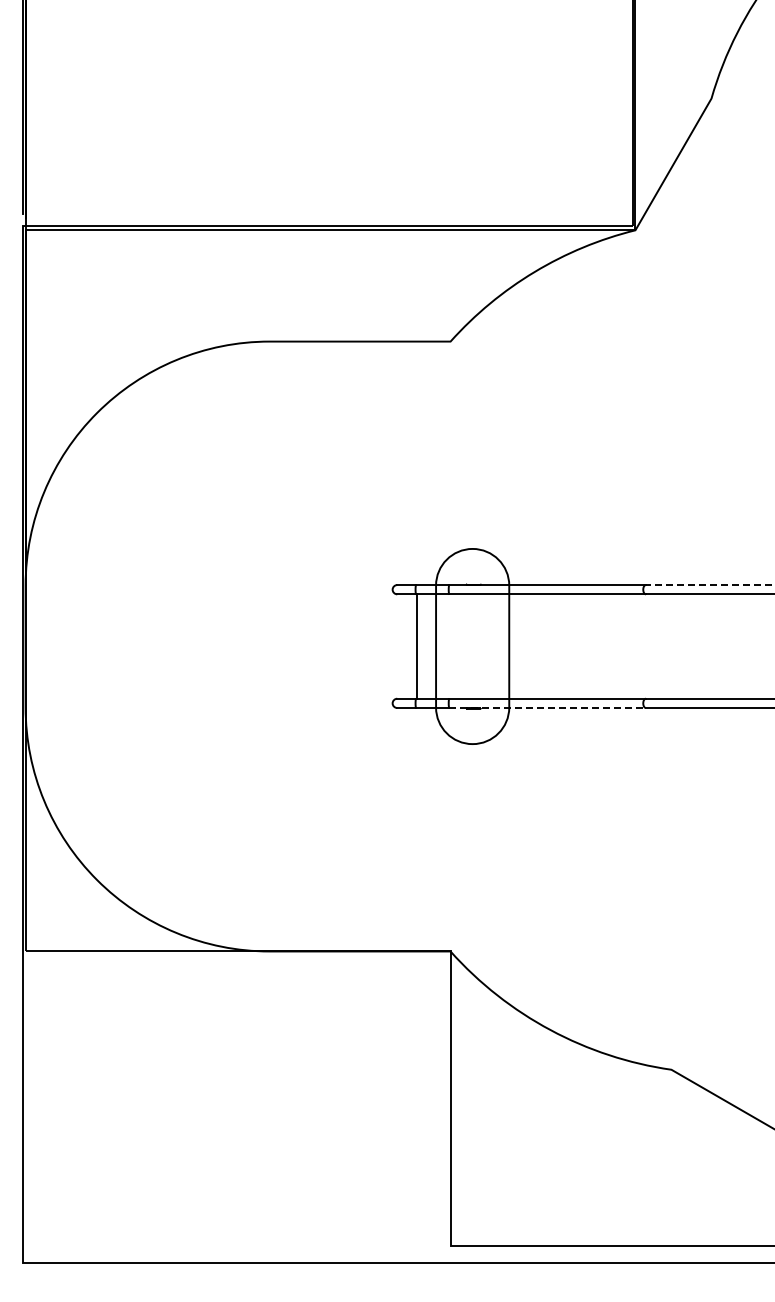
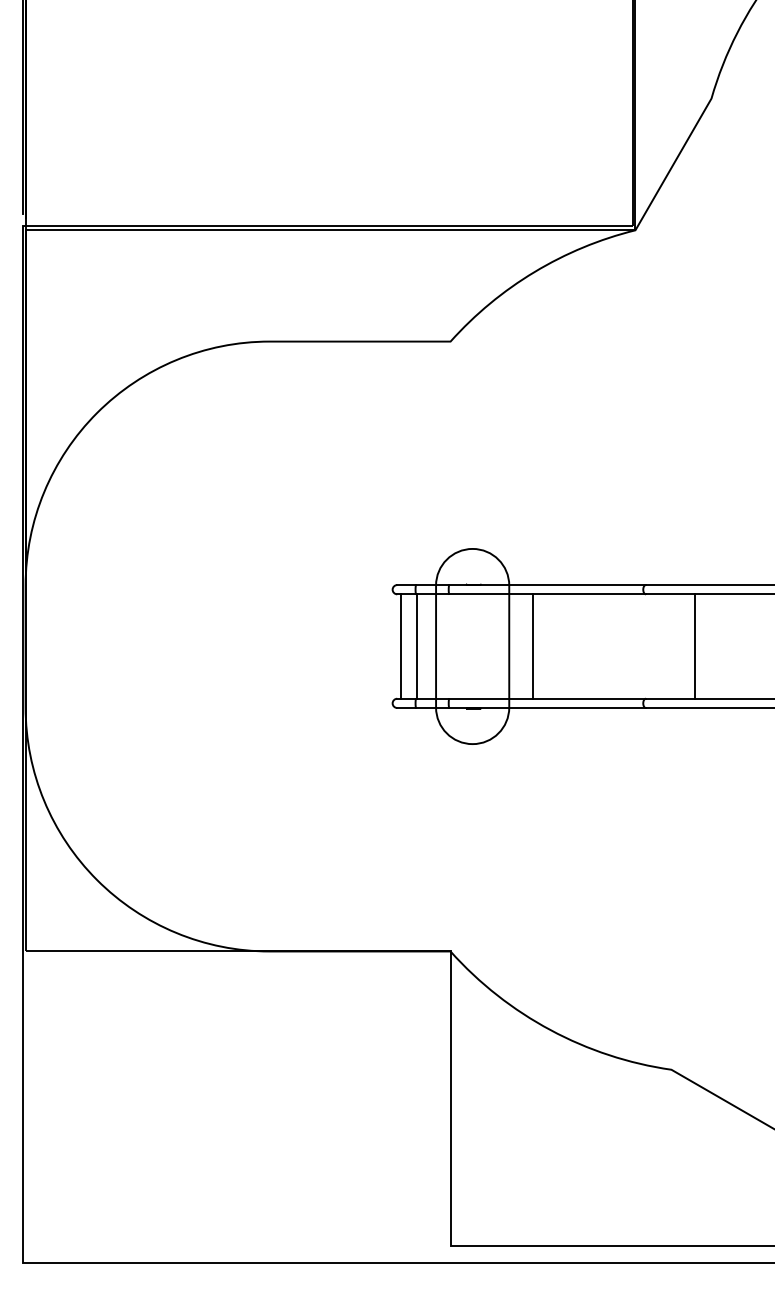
line at (709, 585): dashed -> solid
line at (401, 646): none -> present
line at (532, 646): none -> present
line at (694, 646): none -> present
line at (548, 708): dashed -> solid
